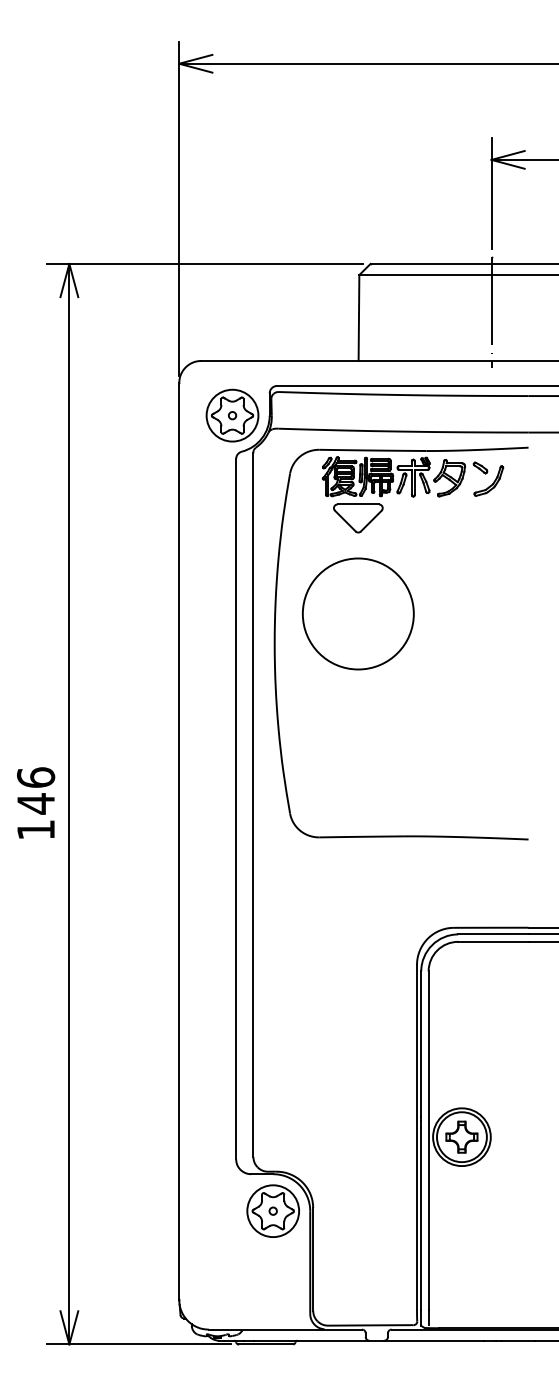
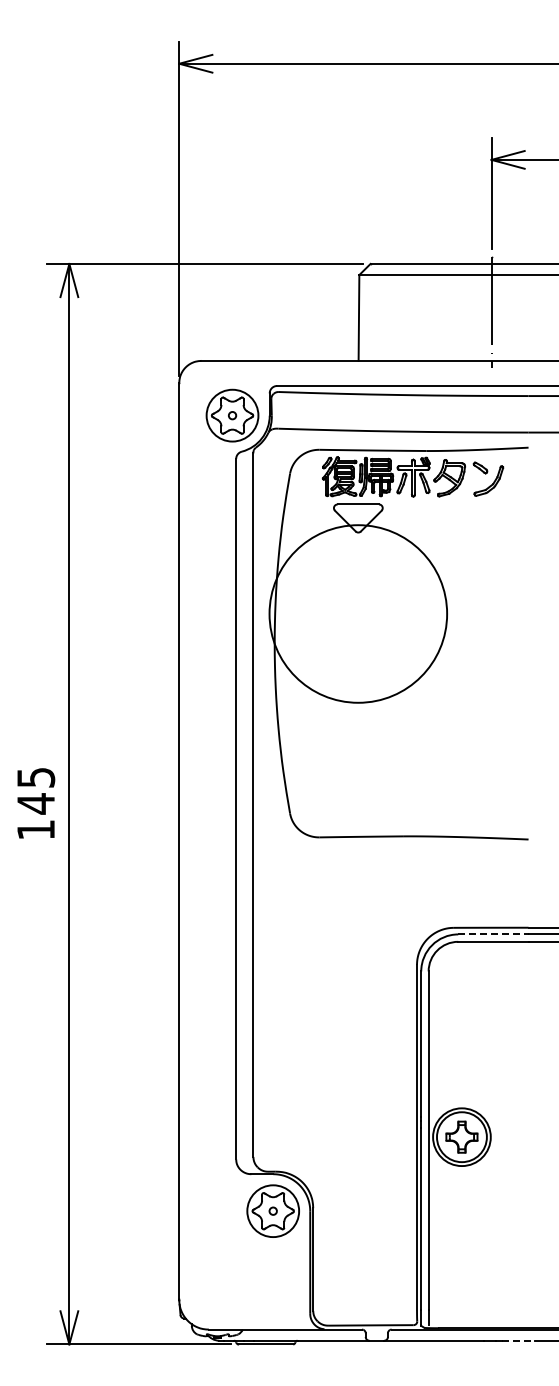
circle at (357, 613) diameter: 111 px -> 178 px
text at (36, 777): 146 -> 145
line at (493, 934): solid -> dashed
line at (518, 1340): solid -> dashed
